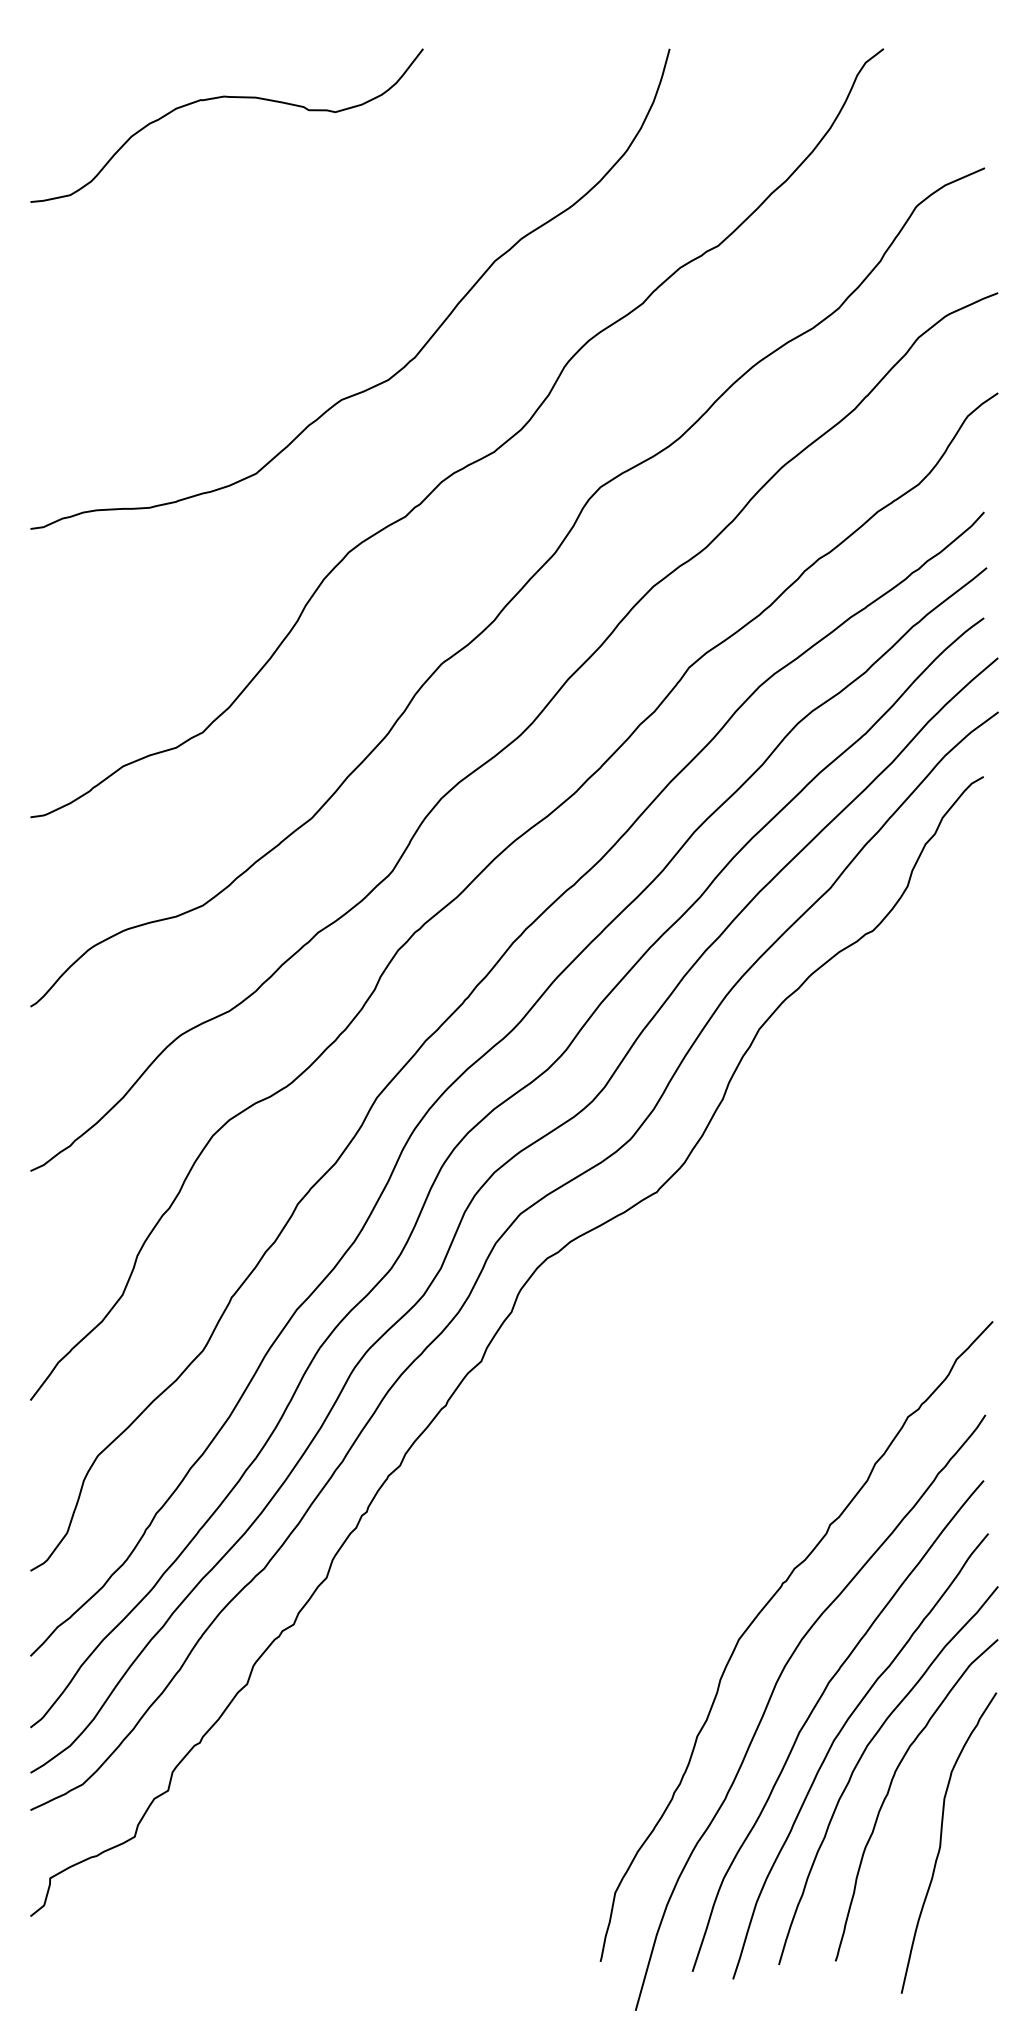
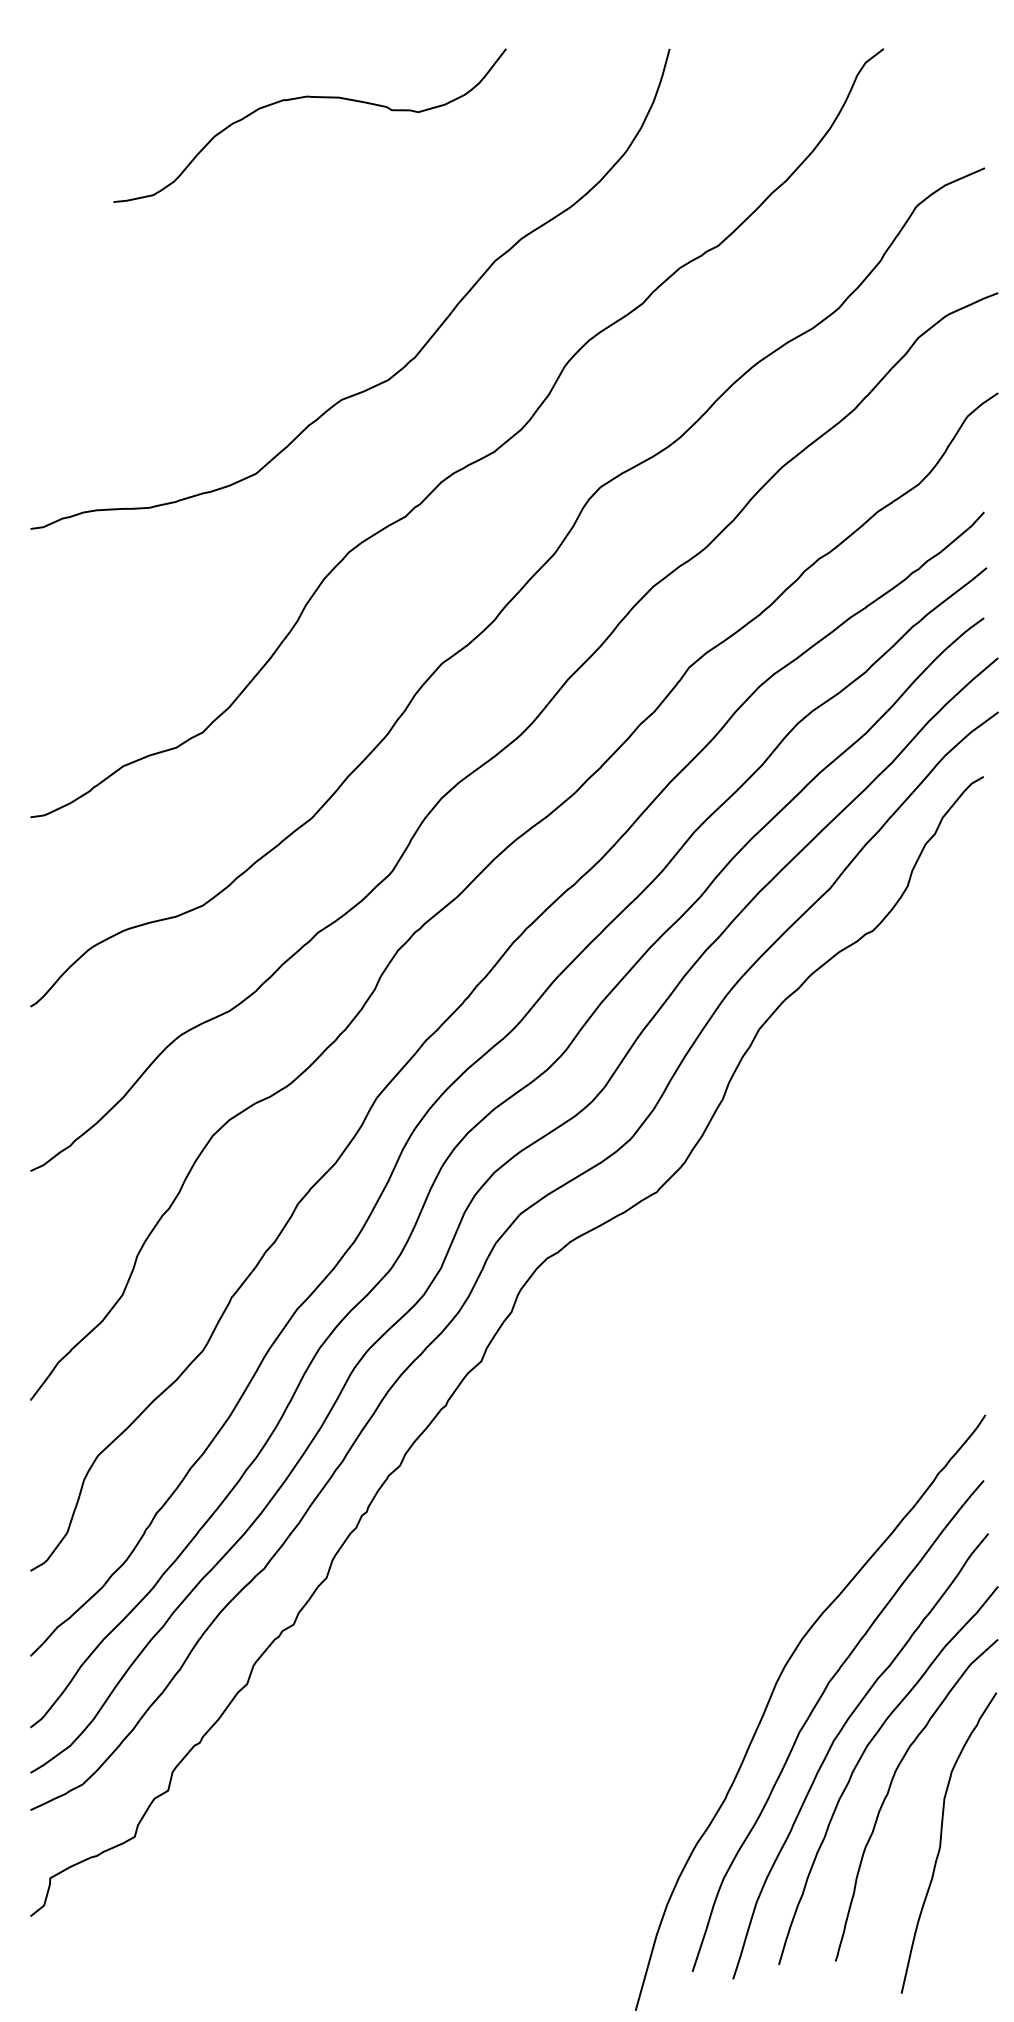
curve at (220, 98) position: (220, 98) -> (303, 98)
curve at (761, 1612): present -> none
